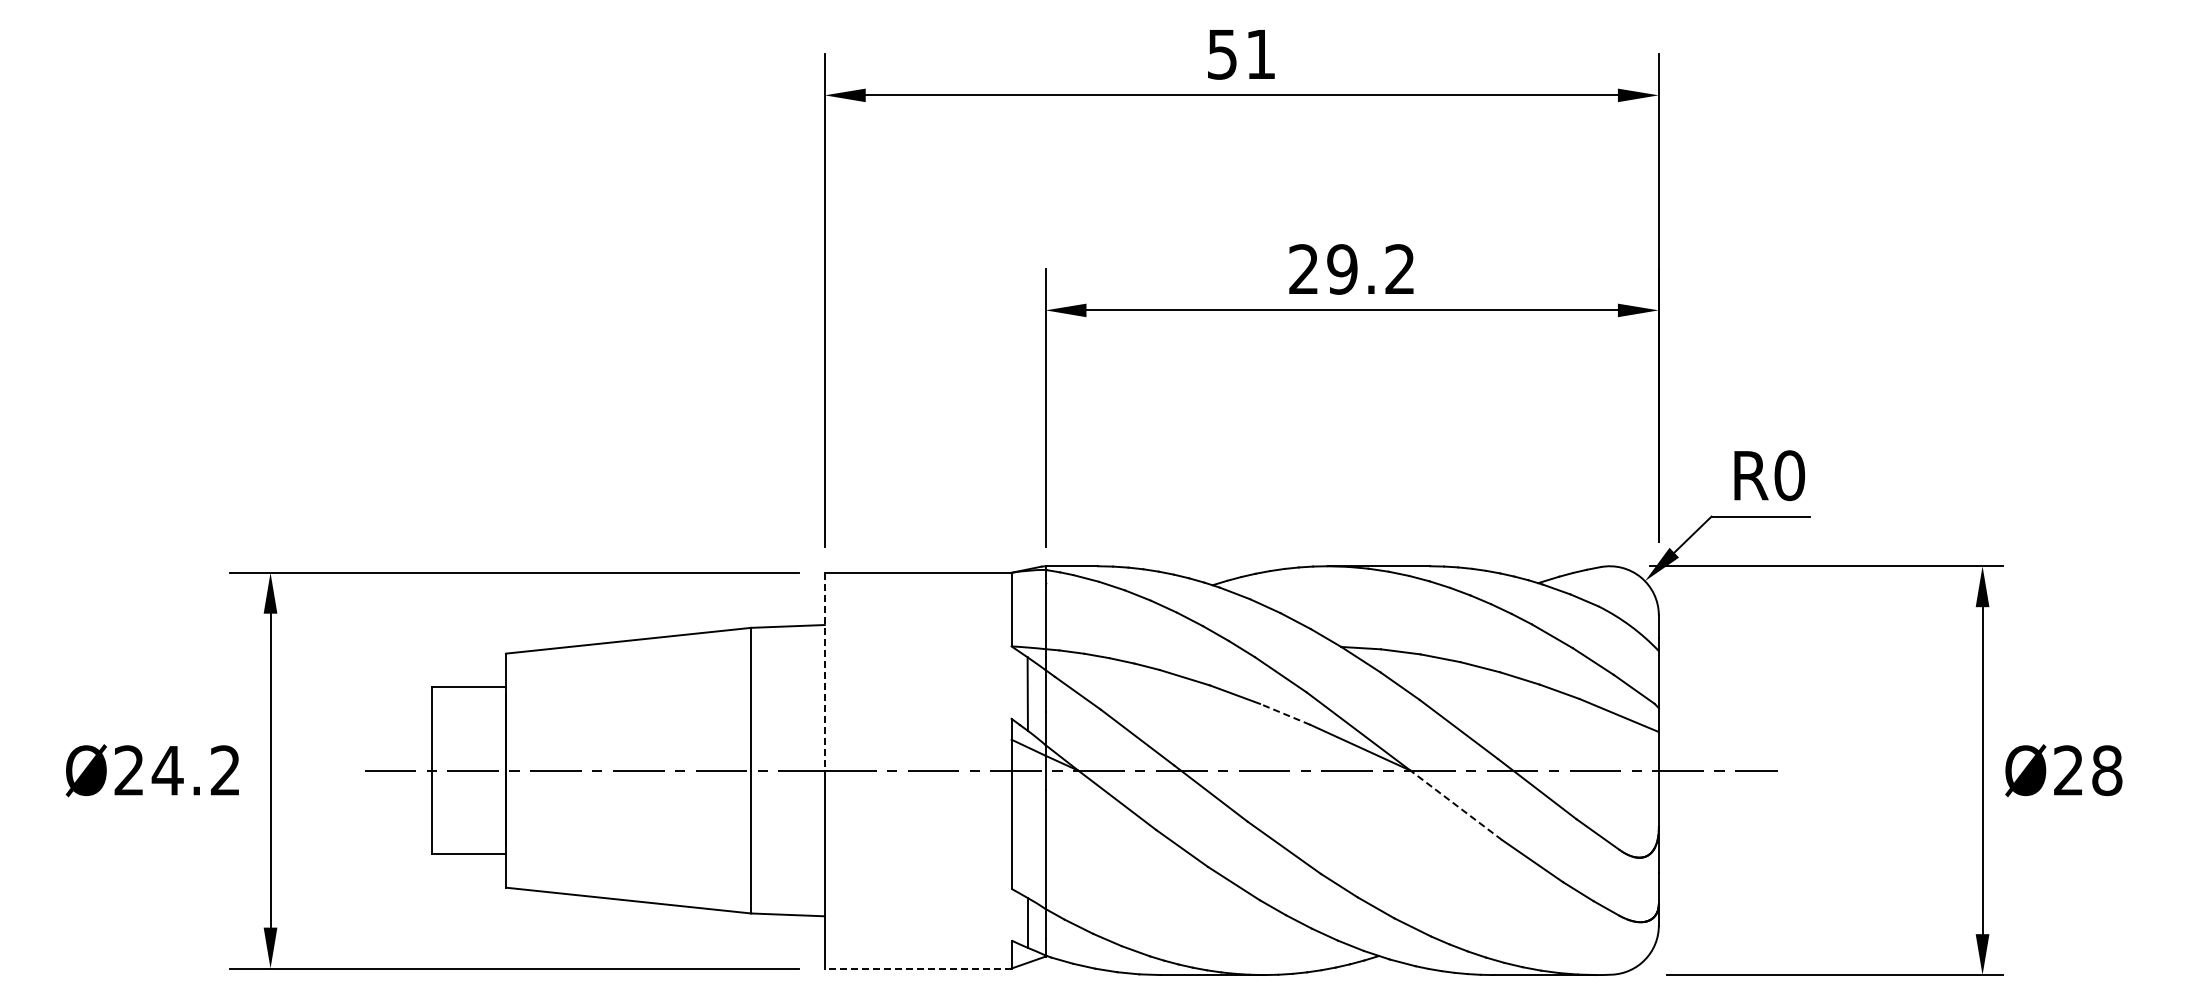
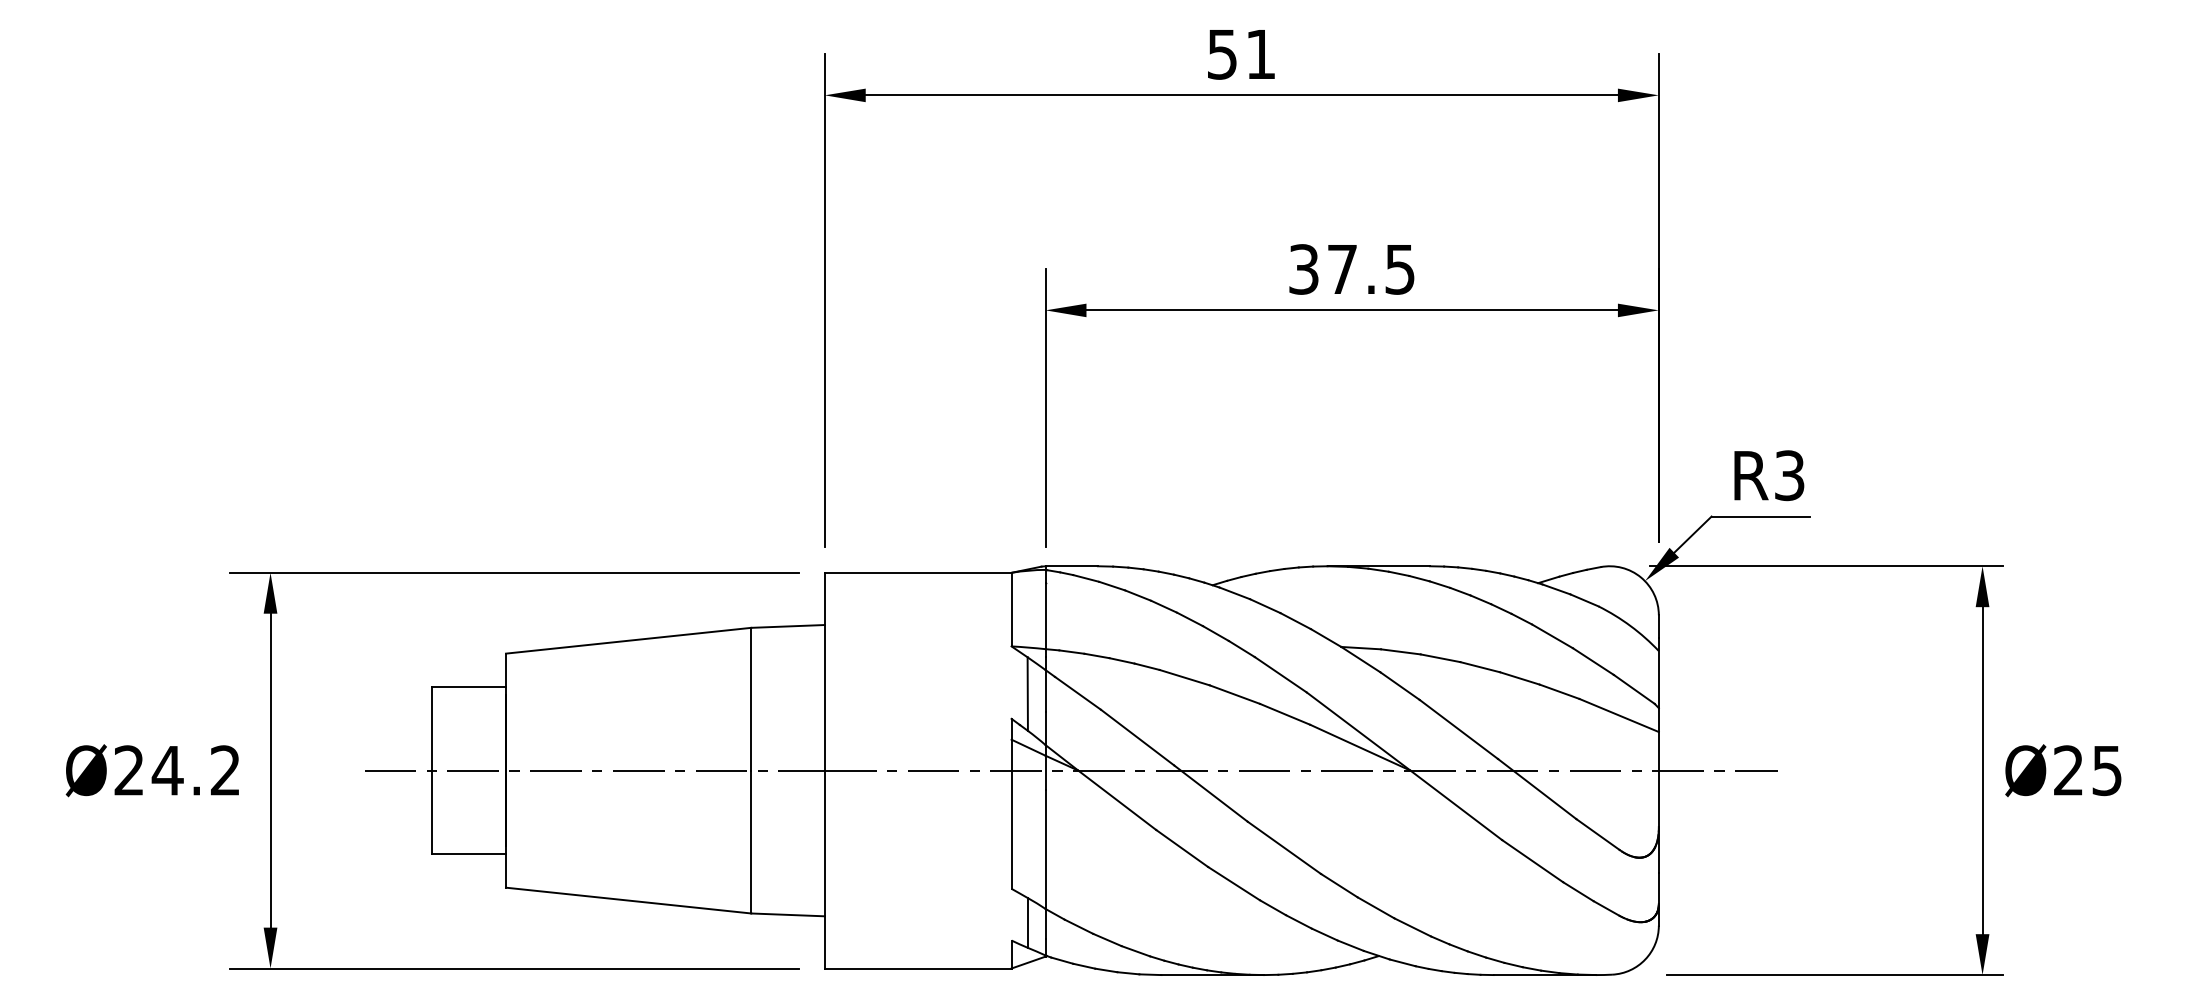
text at (1351, 269): 29.2 -> 37.5
text at (1789, 475): R0 -> R3
line at (824, 671): dashed -> solid
line at (1284, 714): dashed -> solid
text at (2107, 770): Ø28 -> Ø25
line at (1455, 805): dashed -> solid
line at (917, 968): dashed -> solid
